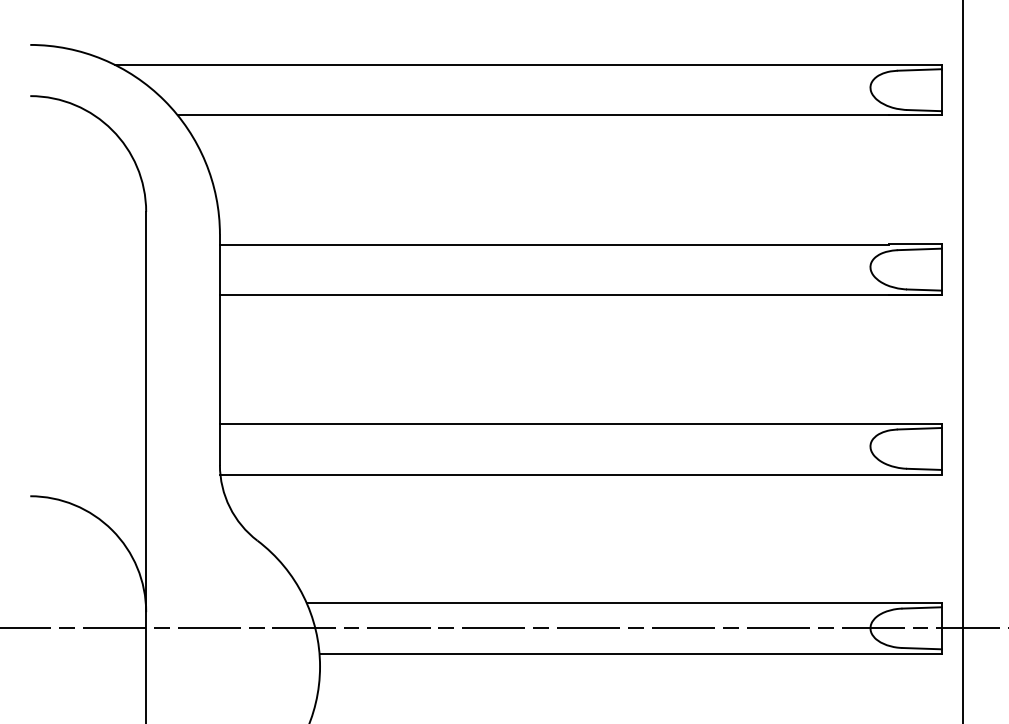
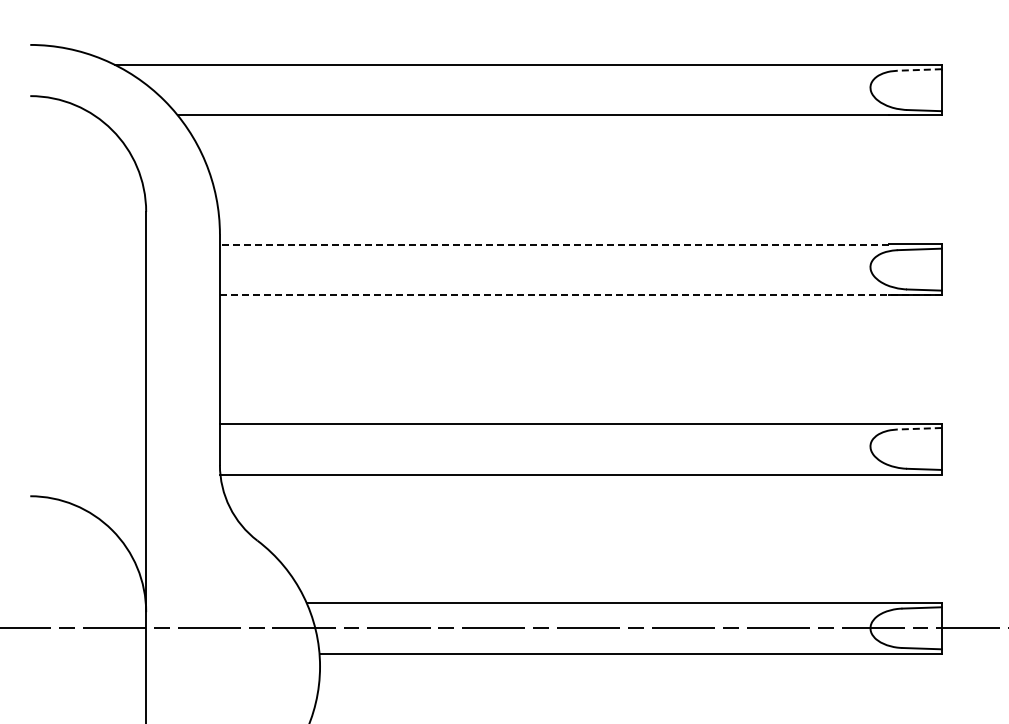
line at (919, 69): solid -> dashed
line at (554, 245): solid -> dashed
line at (580, 294): solid -> dashed
line at (962, 361): present -> none
line at (919, 428): solid -> dashed
